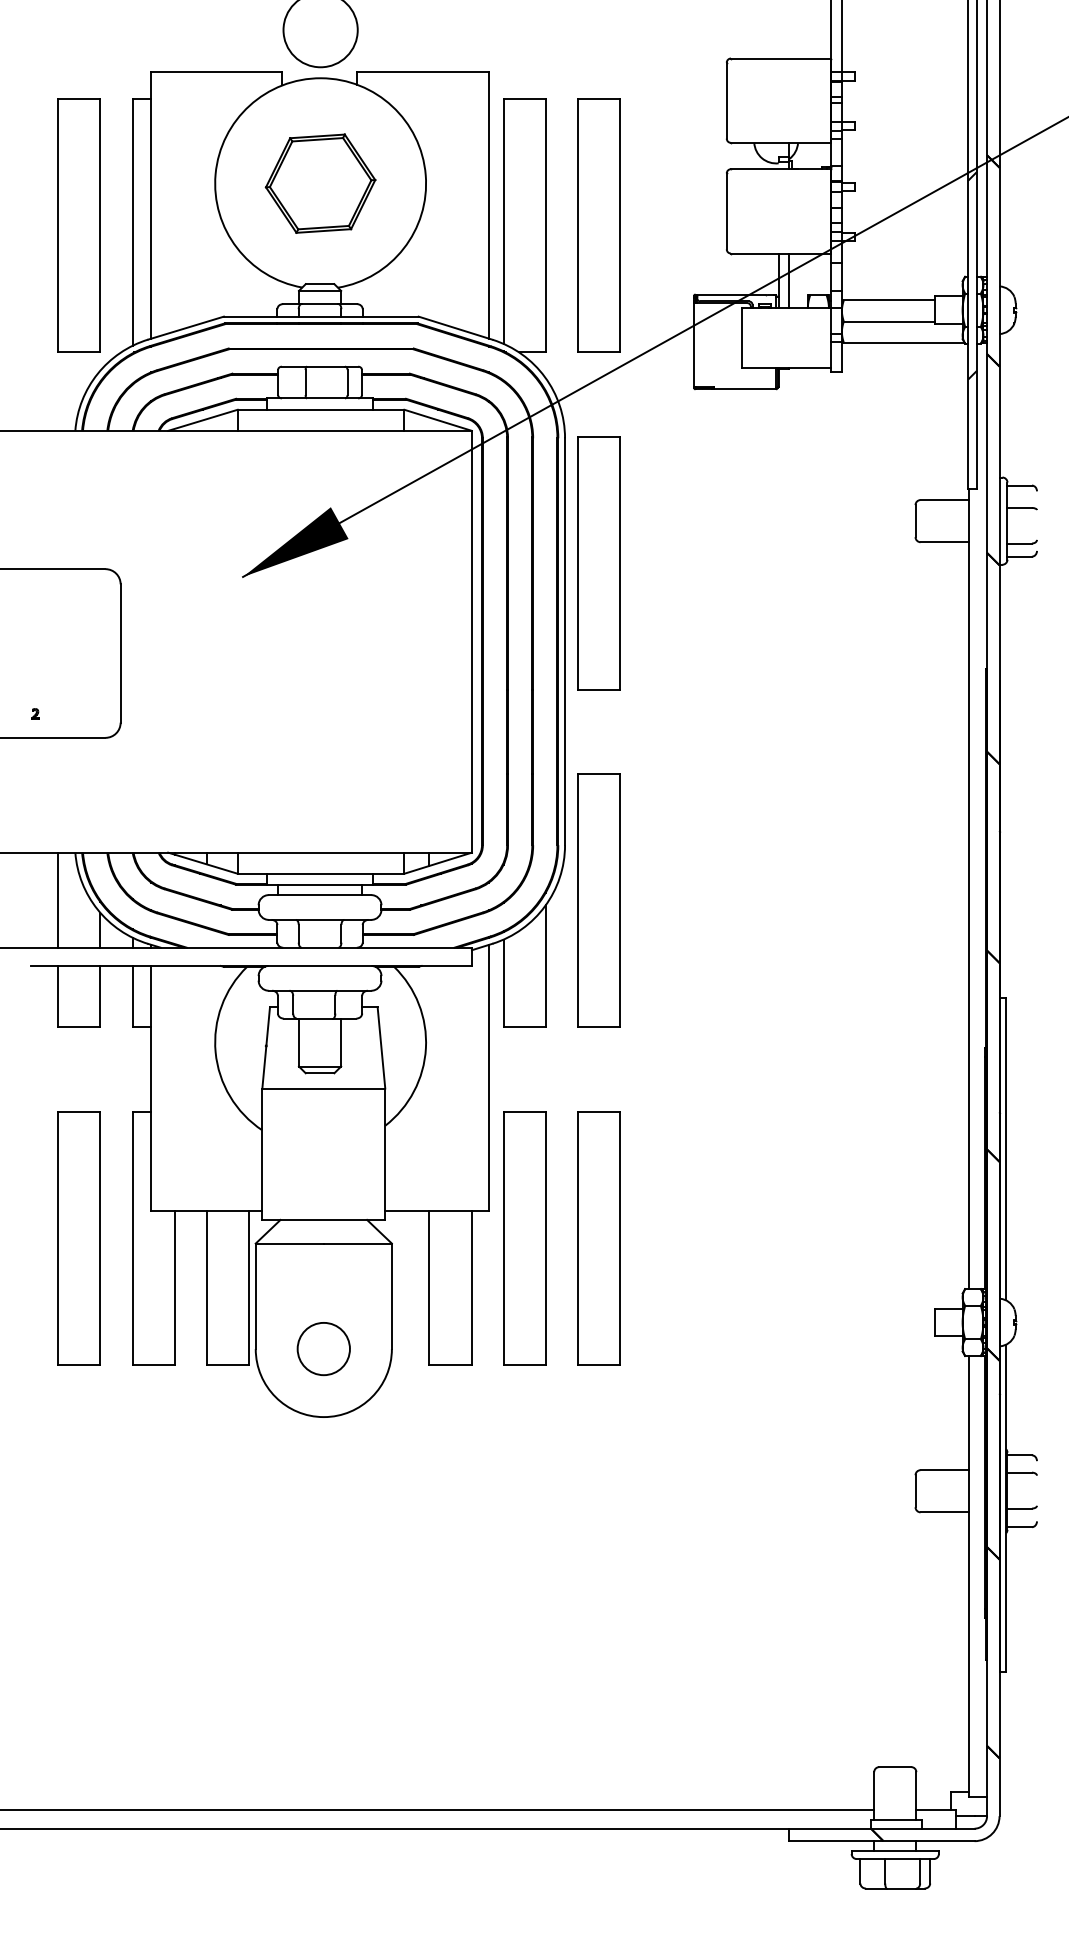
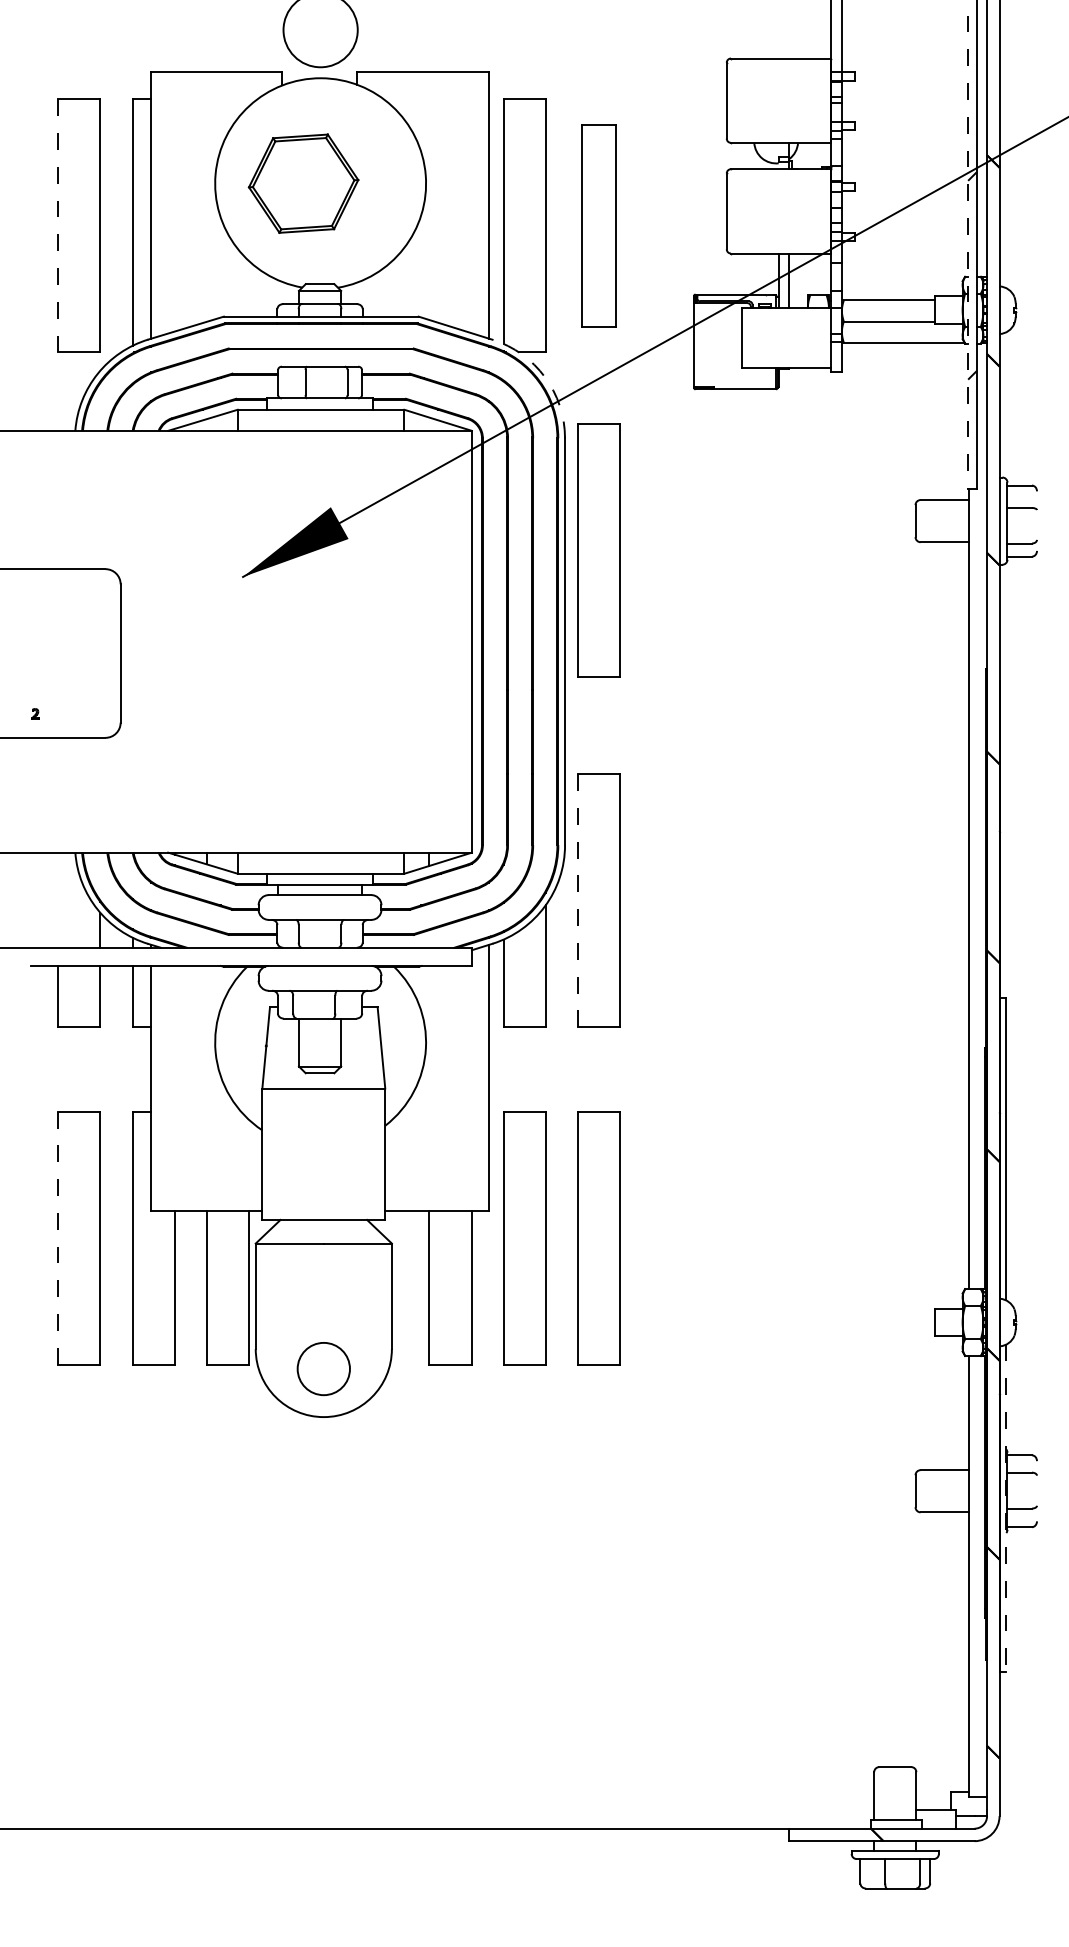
part at (320, 183) position: (320, 183) -> (303, 183)
line at (58, 225): solid -> dashed
part at (598, 225) size: 44x255 px -> 36x204 px
line at (968, 245): solid -> dashed
arc at (544, 377): solid -> dashed
part at (598, 563) position: (598, 563) -> (598, 550)
line at (58, 899): present -> none
line at (577, 900): solid -> dashed
line at (58, 1238): solid -> dashed
circle at (323, 1349) position: (323, 1349) -> (323, 1369)
line at (1006, 1508): solid -> dashed
line at (438, 1810): present -> none
